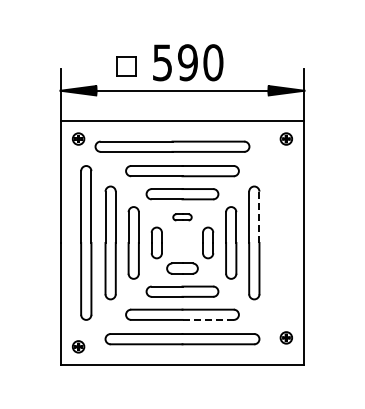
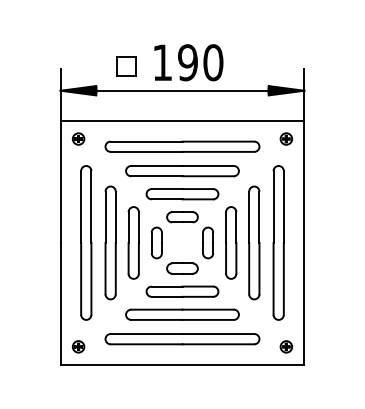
text at (162, 62): 590 -> 190
part at (172, 146) position: (172, 146) -> (182, 146)
part at (182, 217) size: 21x9 px -> 33x13 px
line at (259, 217): dashed -> solid
part at (278, 242): none -> present
line at (208, 319): dashed -> solid
part at (285, 337) position: (285, 337) -> (285, 346)
